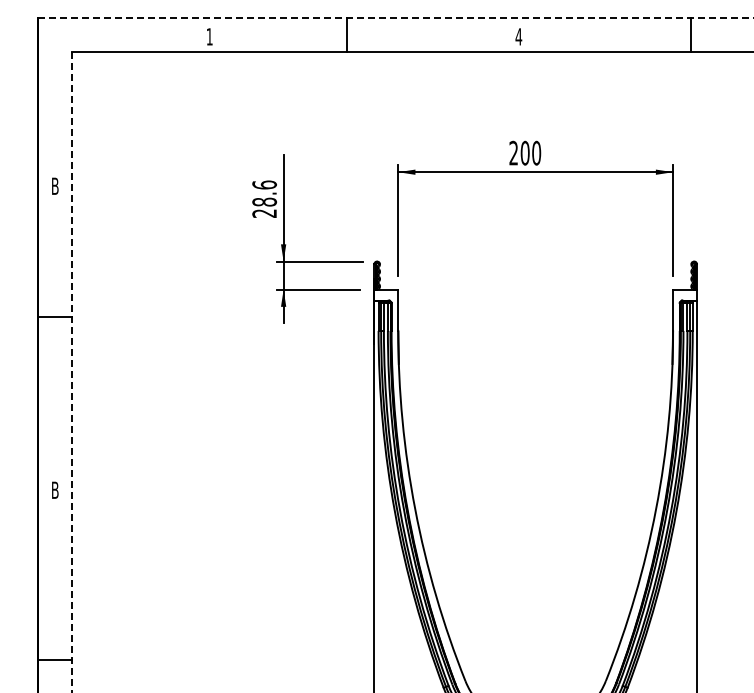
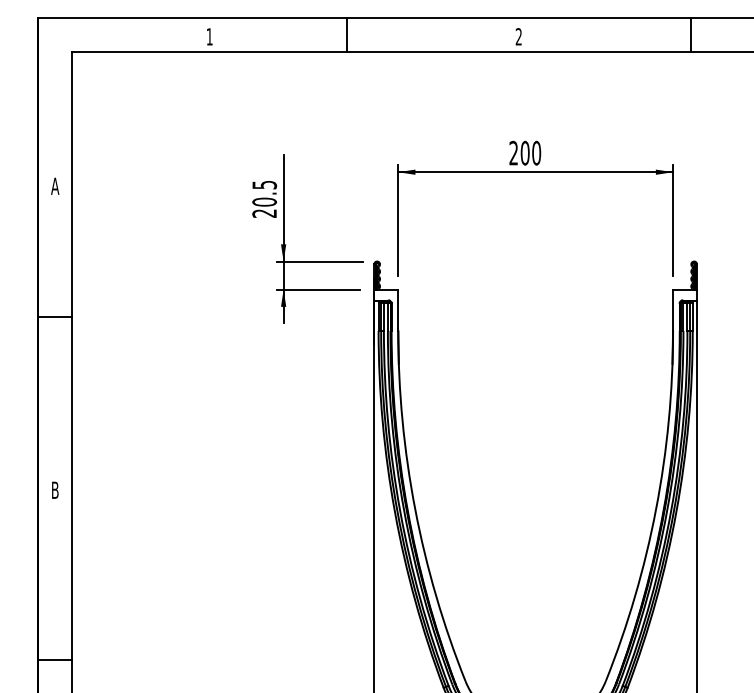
line at (395, 17): dashed -> solid
text at (518, 36): 4 -> 2
text at (55, 185): B -> A
text at (264, 193): 28.6 -> 20.5
line at (72, 372): dashed -> solid
